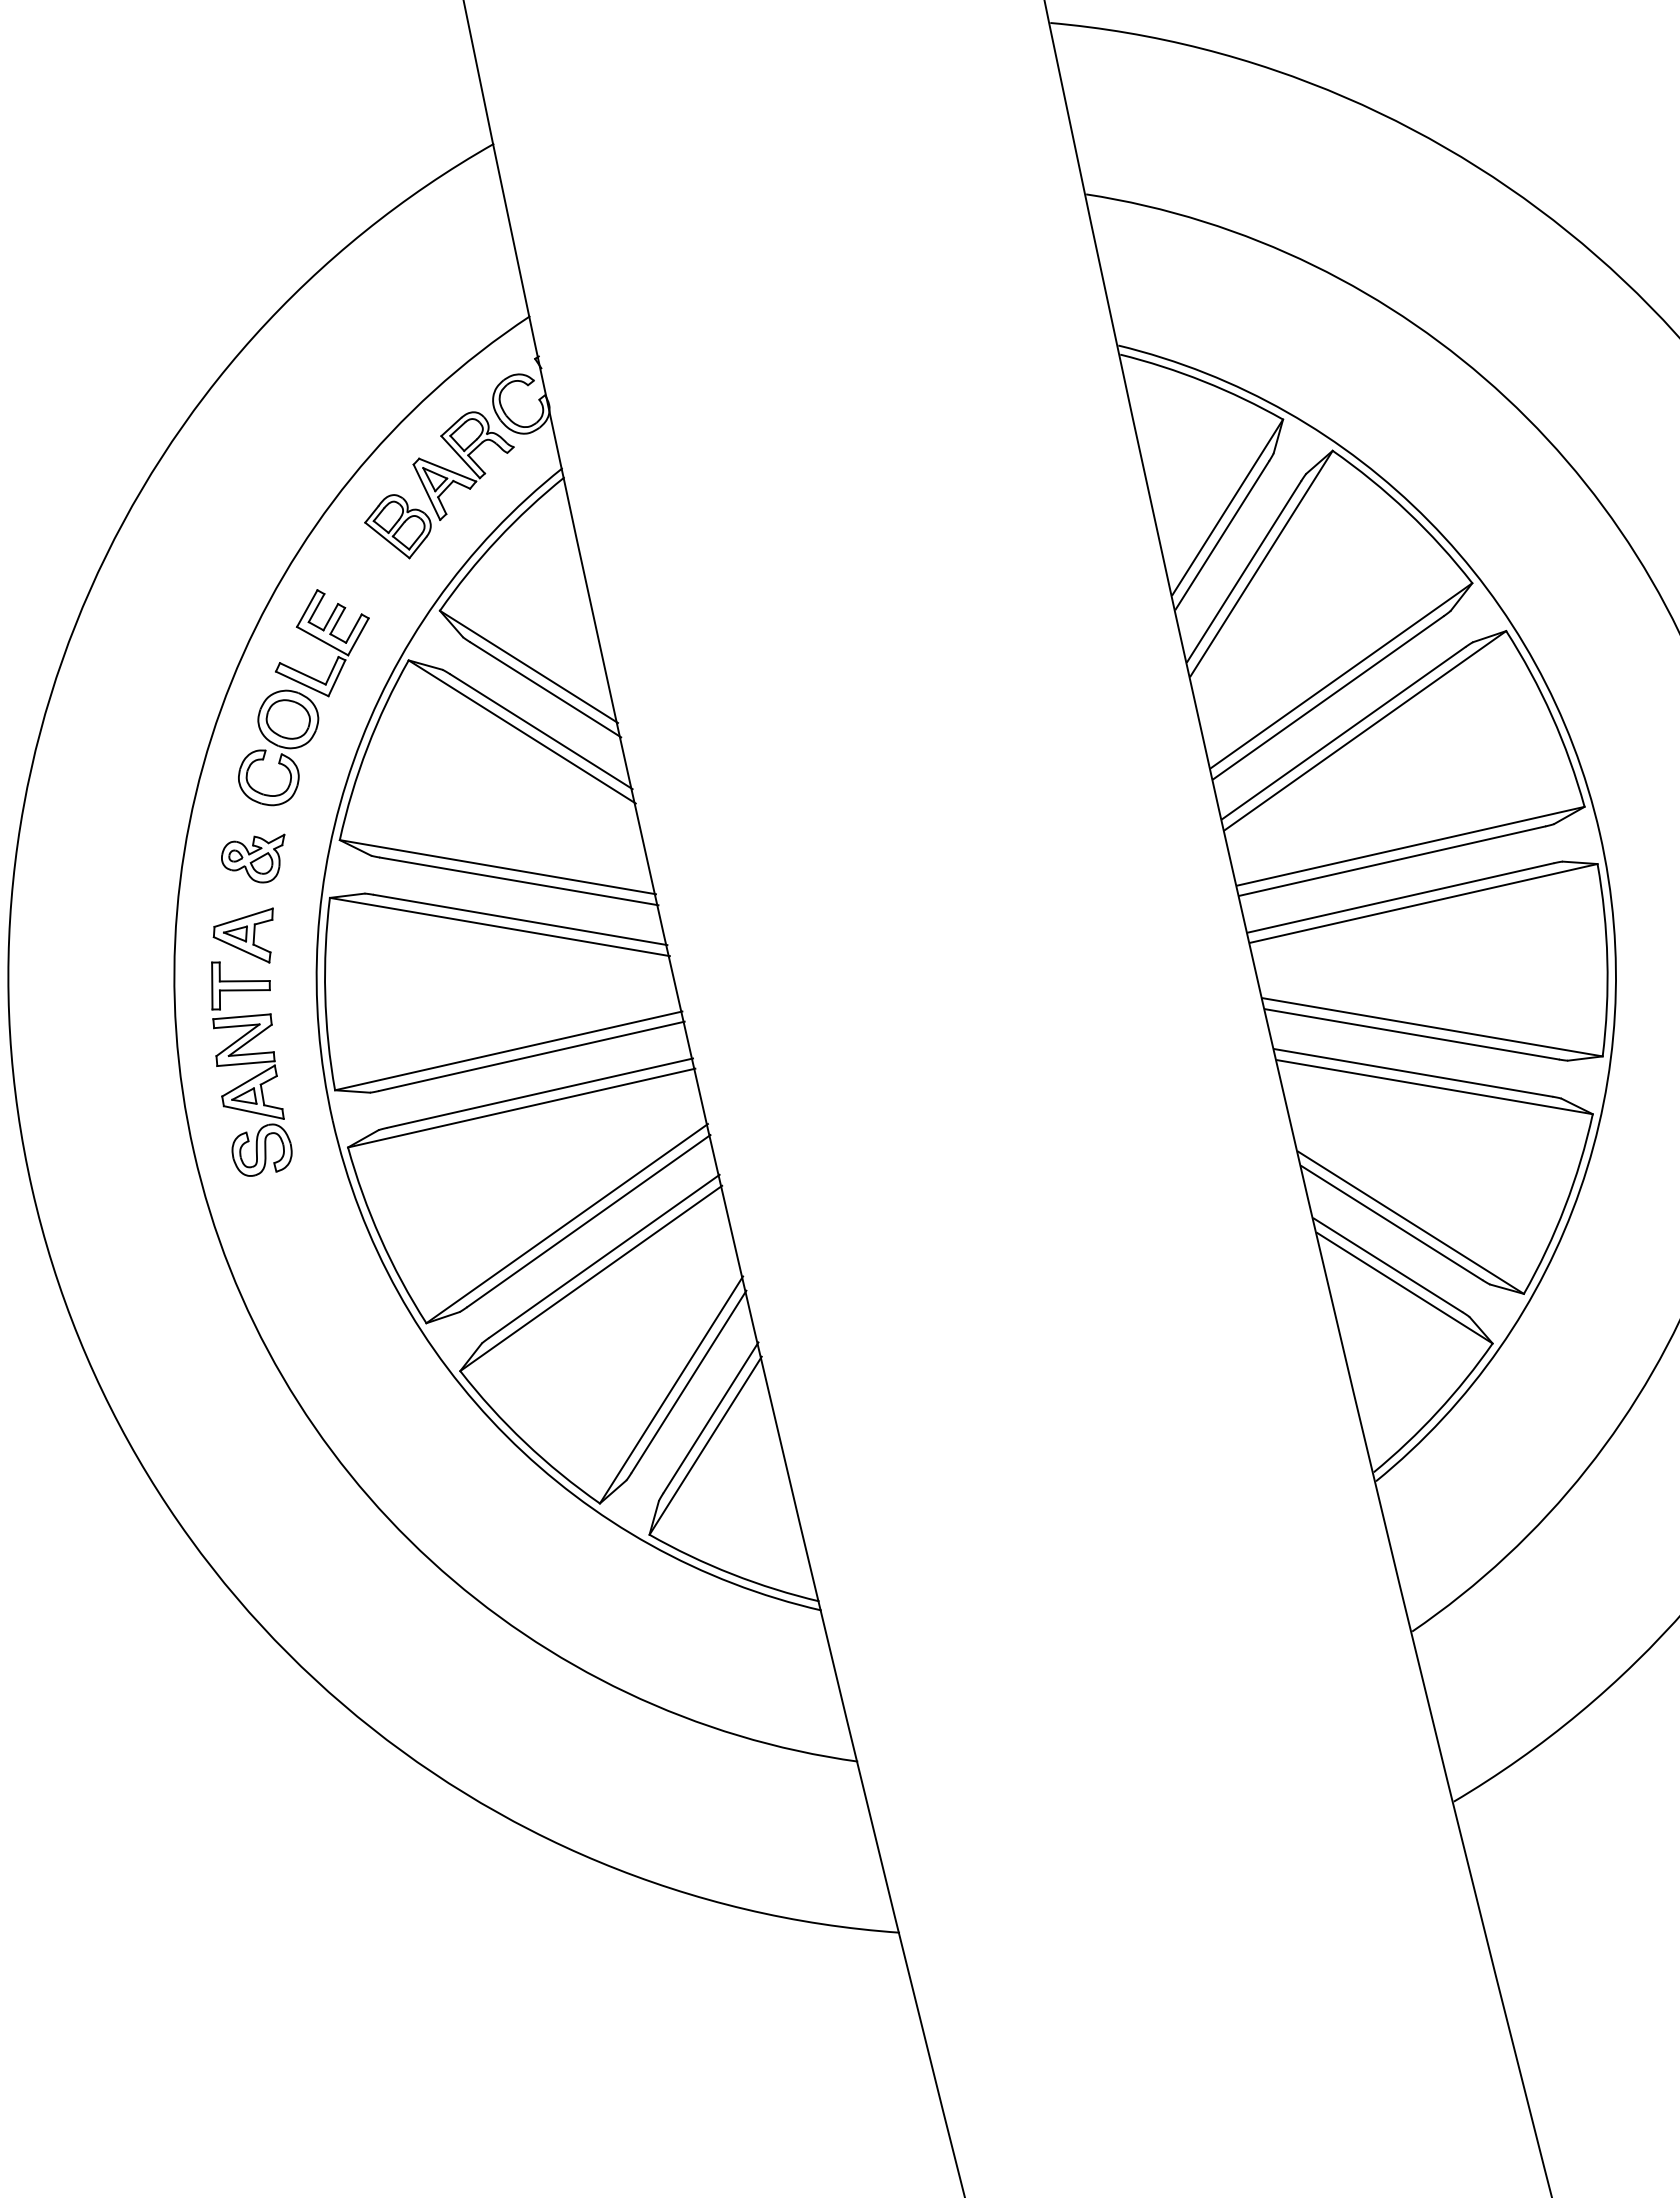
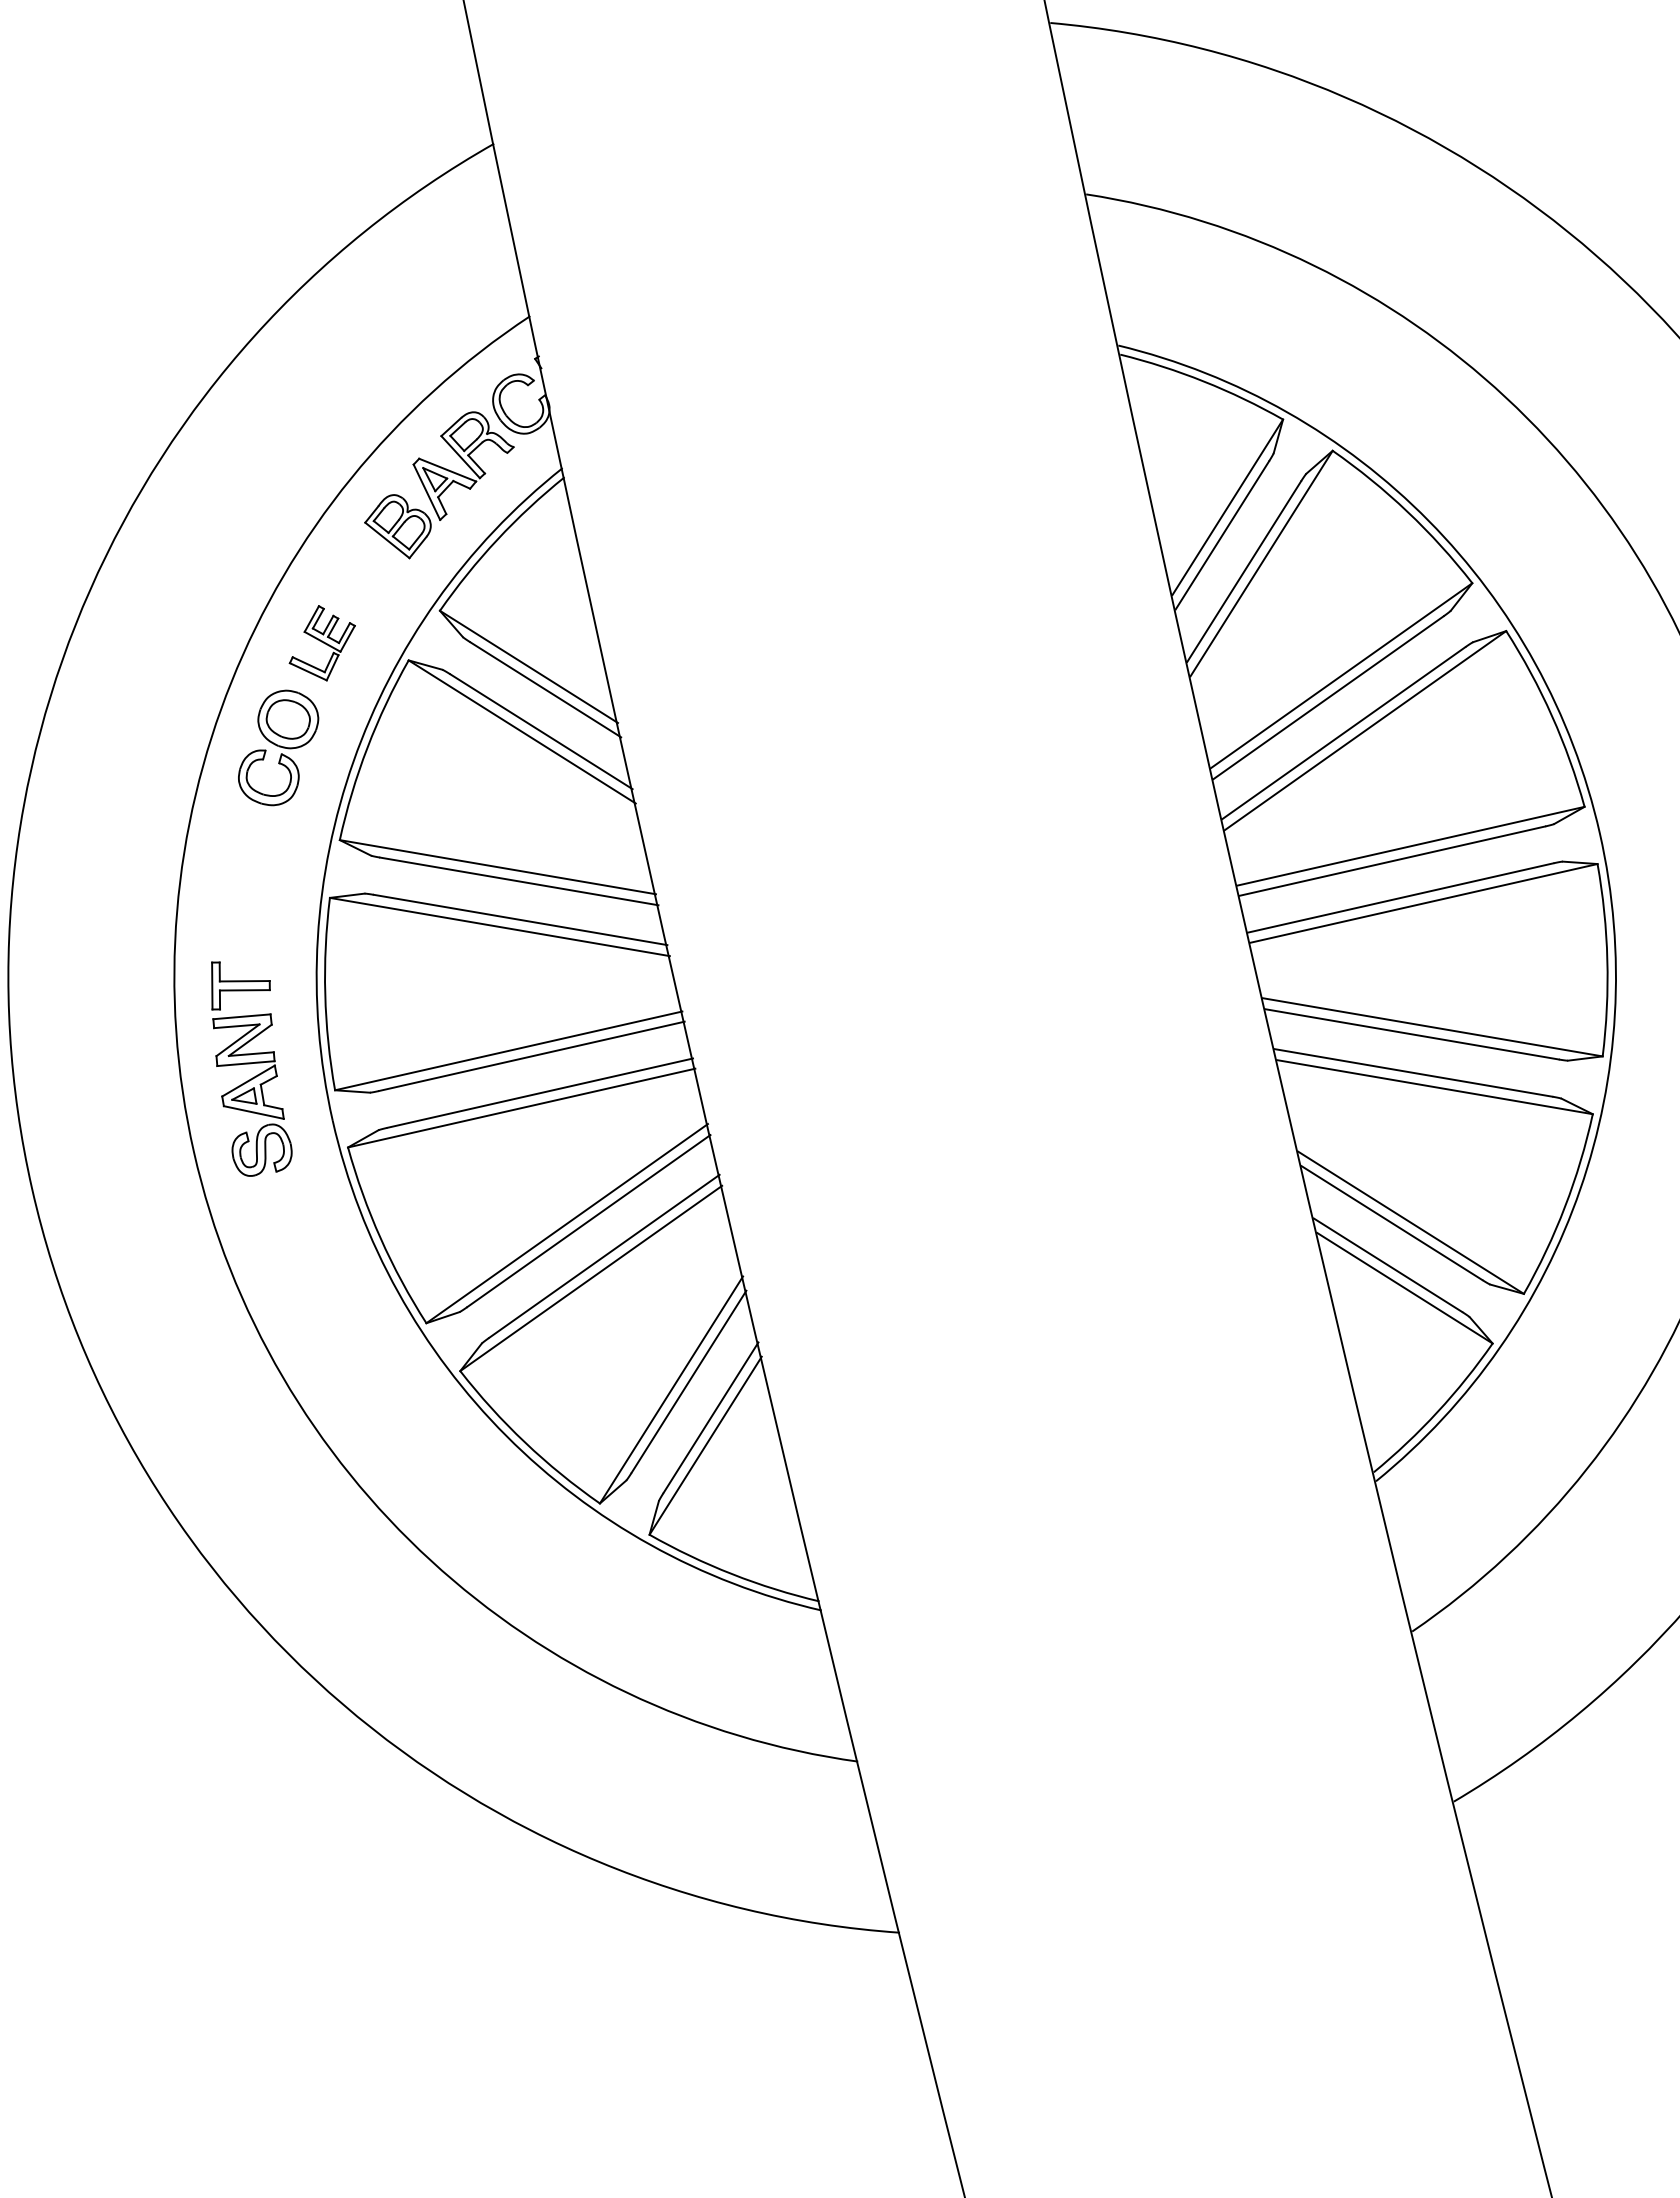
part at (322, 643) size: 95x109 px -> 68x77 px
part at (253, 858): present -> none
part at (242, 935): present -> none
